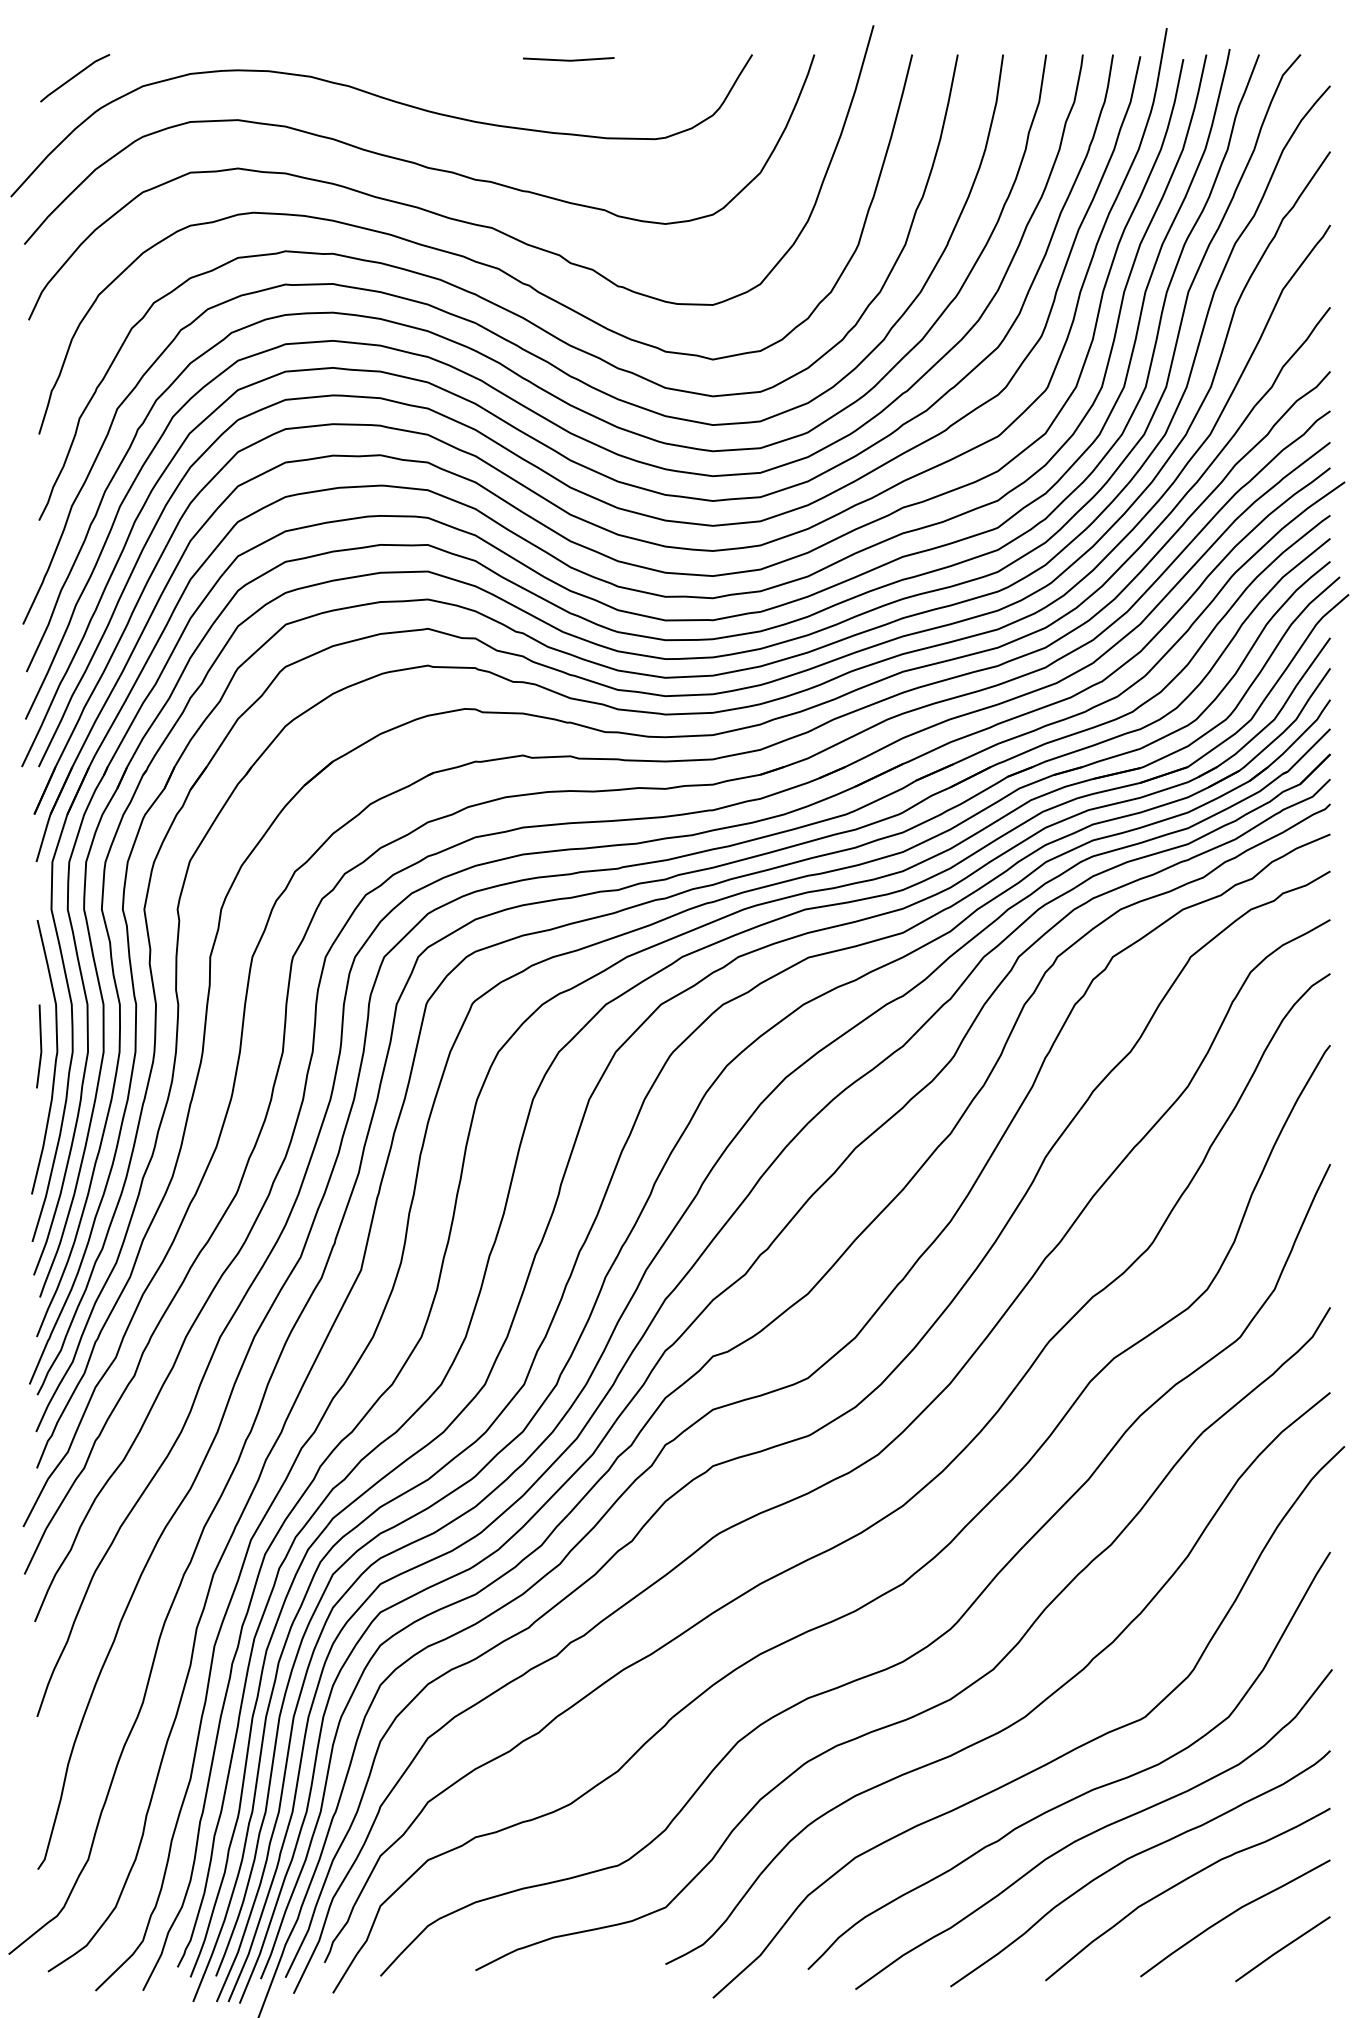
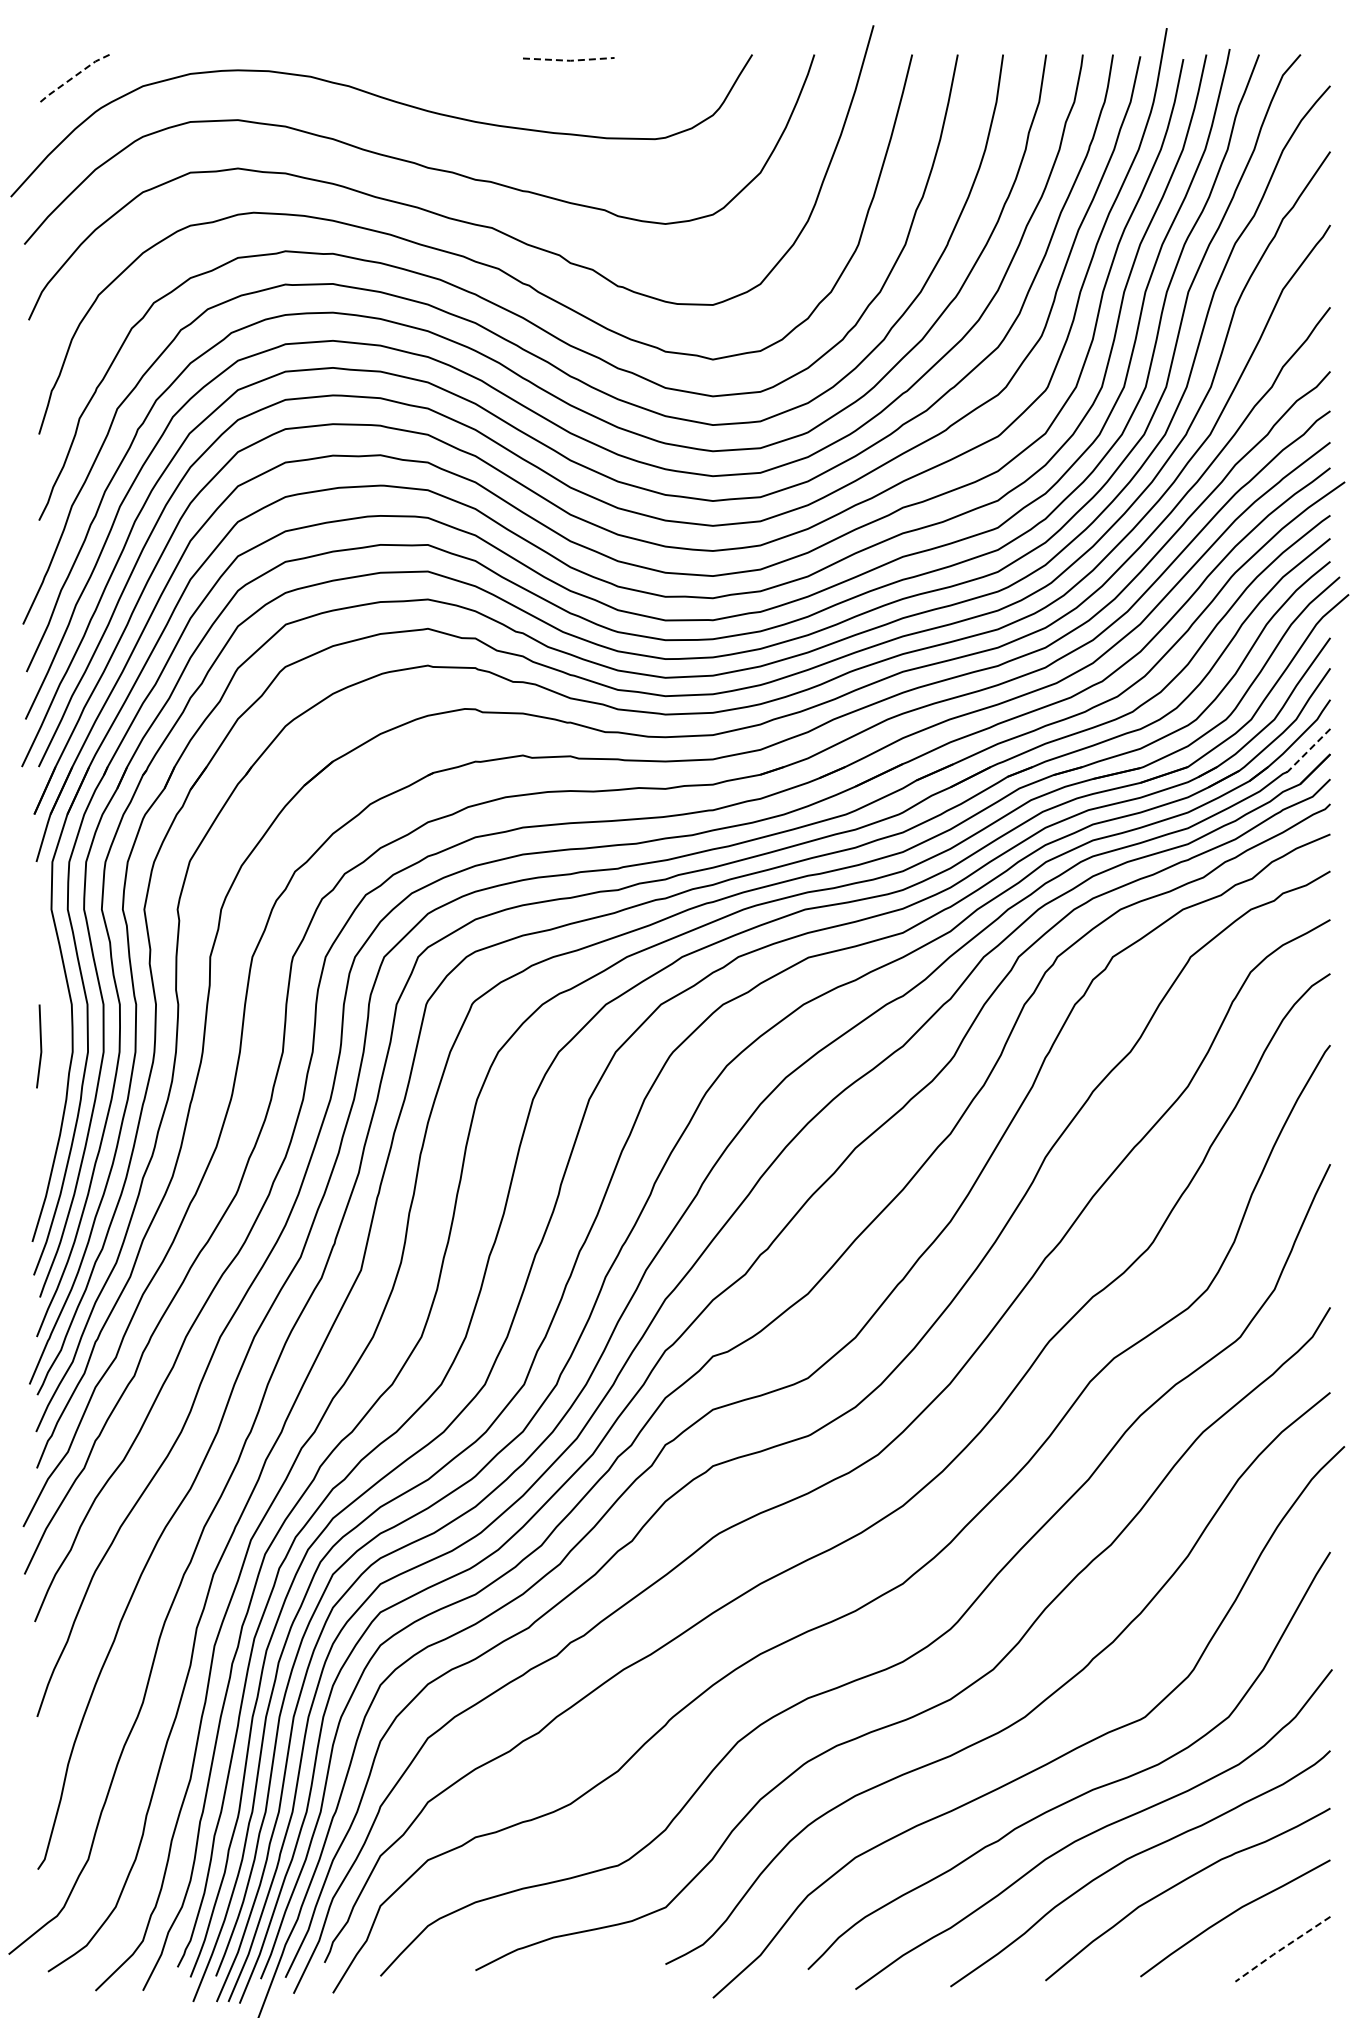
line at (569, 60): solid -> dashed
line at (74, 76): solid -> dashed
line at (1306, 752): solid -> dashed
curve at (55, 1057): present -> none
line at (1281, 1949): solid -> dashed
